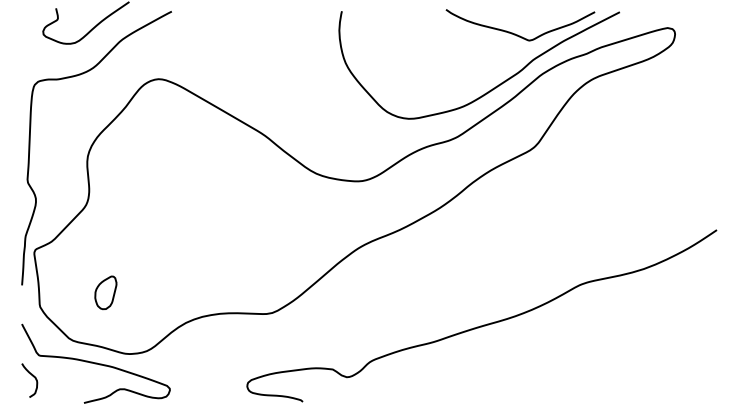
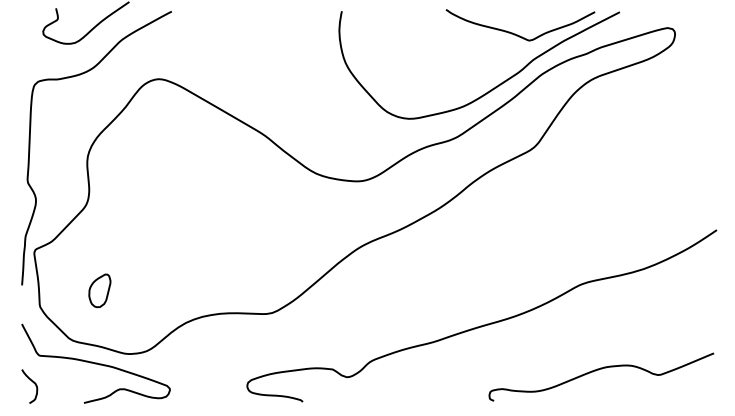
part at (105, 292) position: (105, 292) -> (99, 290)
curve at (598, 370): none -> present
curve at (32, 376) position: (32, 376) -> (32, 382)
